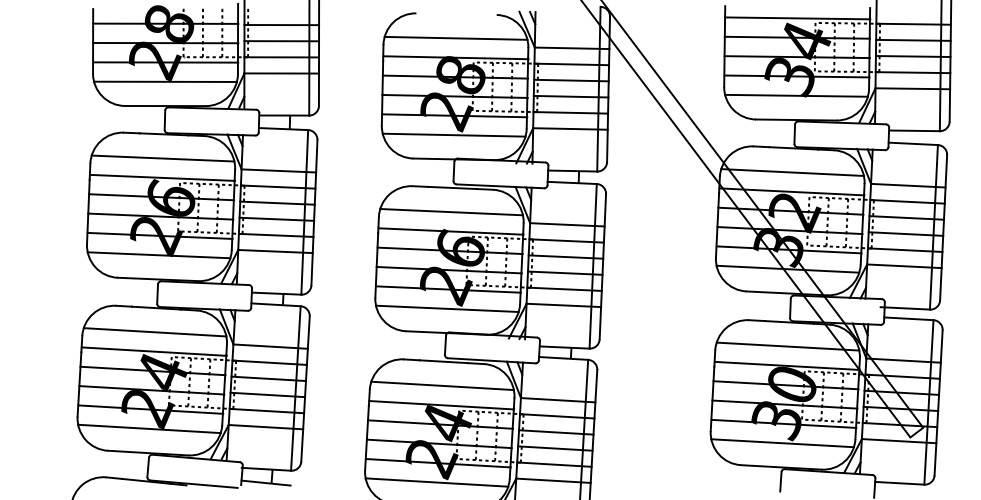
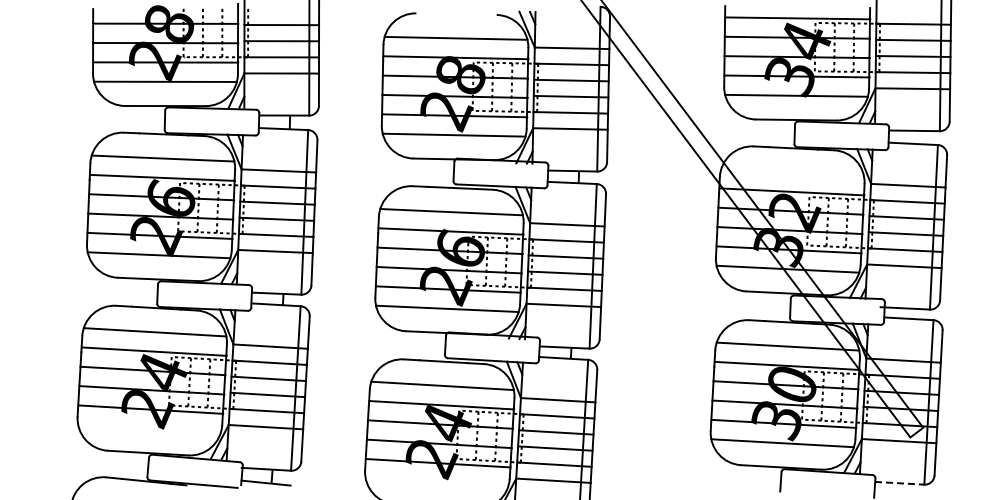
line at (792, 172): present -> none
line at (149, 428): present -> none
line at (436, 482): present -> none
line at (899, 483): solid -> dashed
